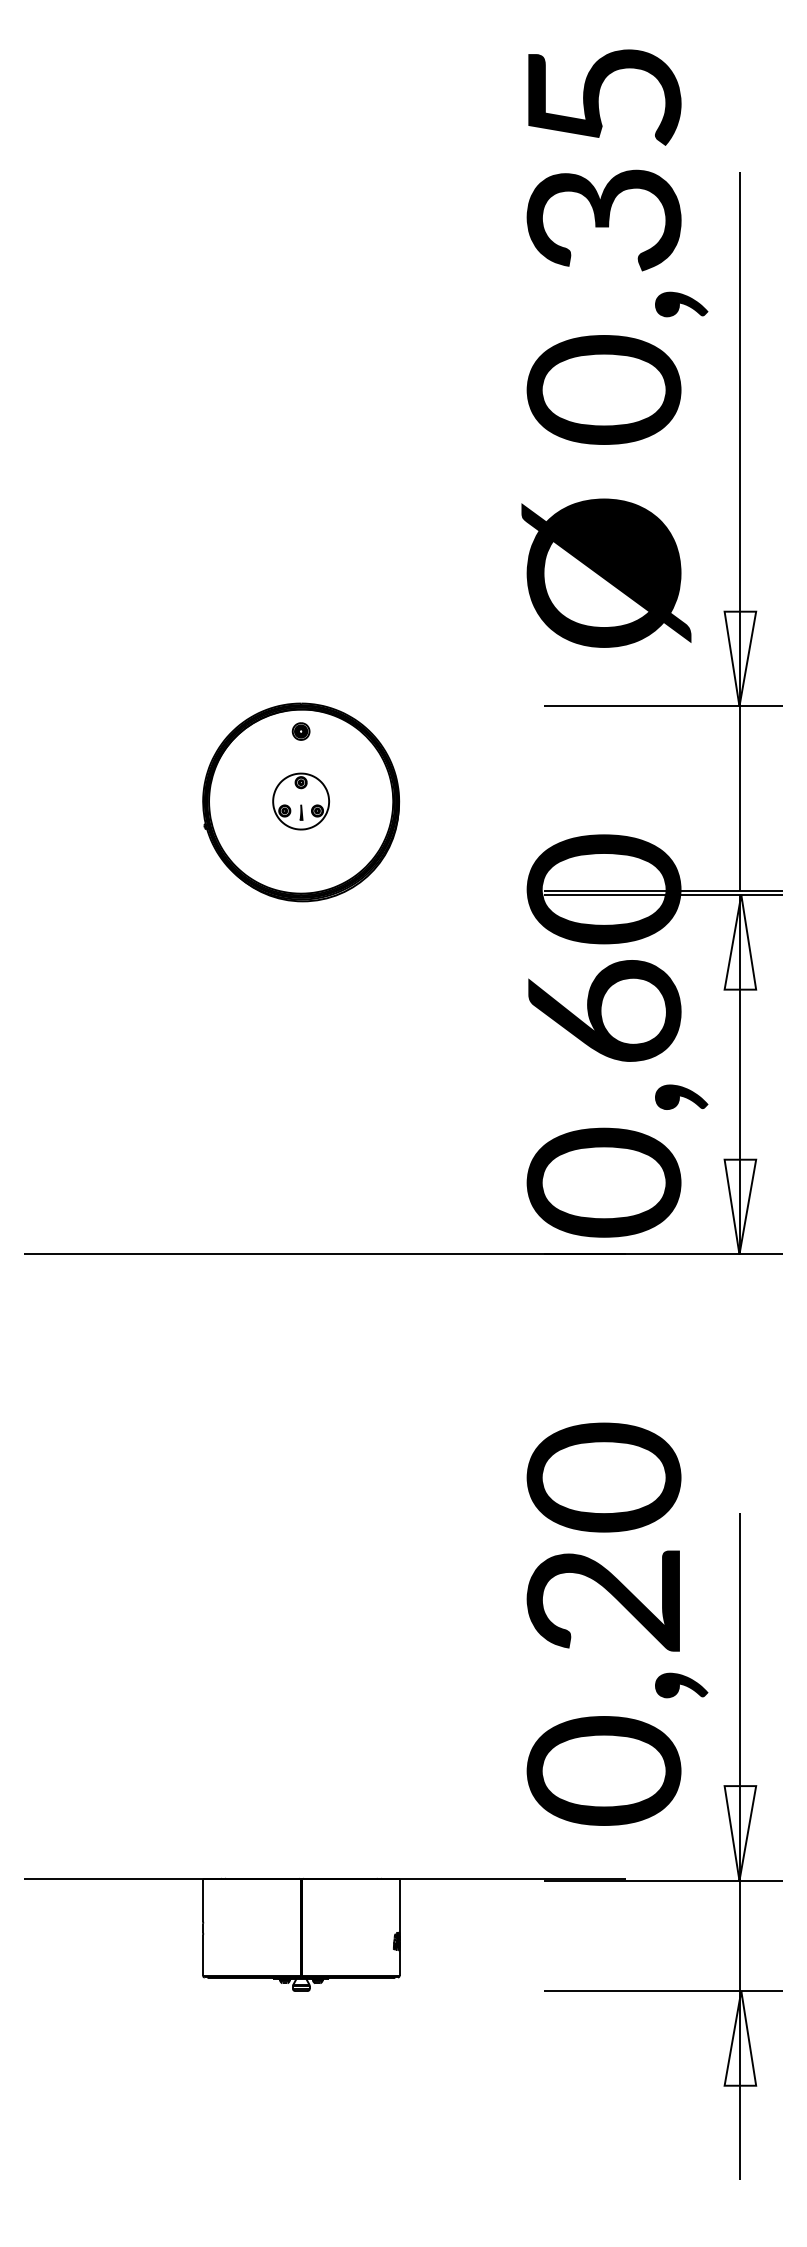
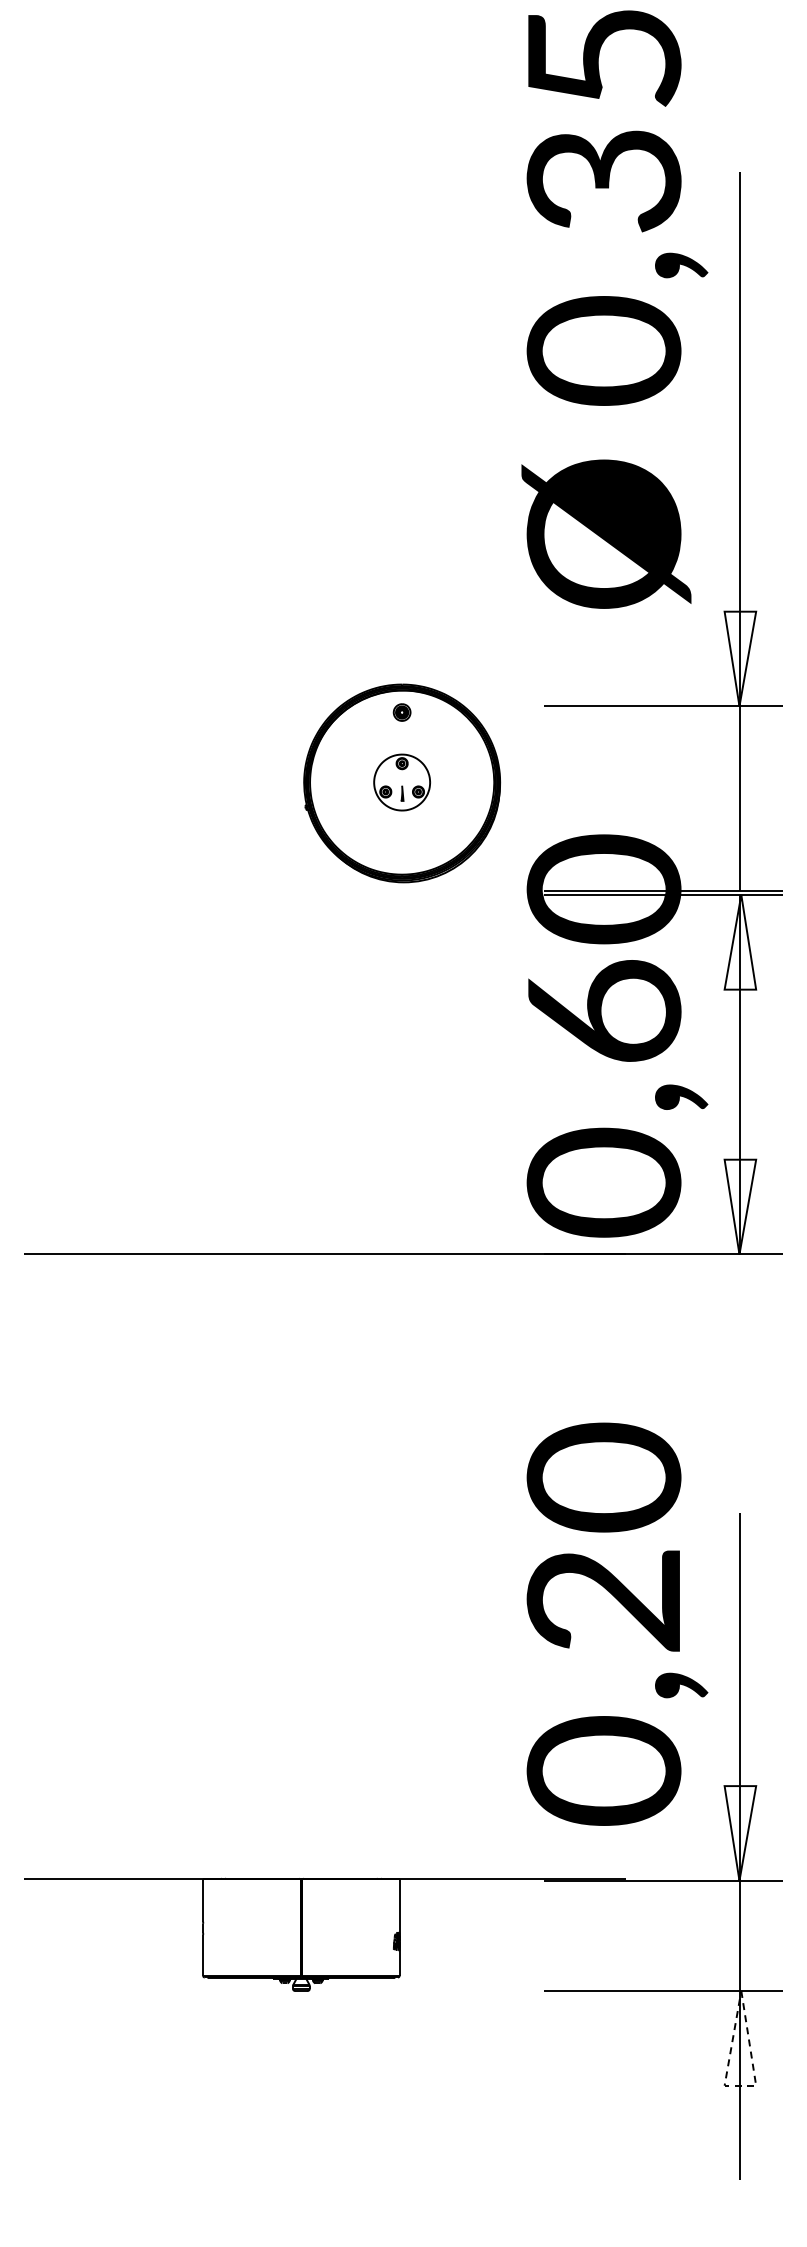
text at (614, 348) position: (614, 348) -> (614, 309)
part at (301, 802) position: (301, 802) -> (402, 783)
line at (739, 2085): solid -> dashed
